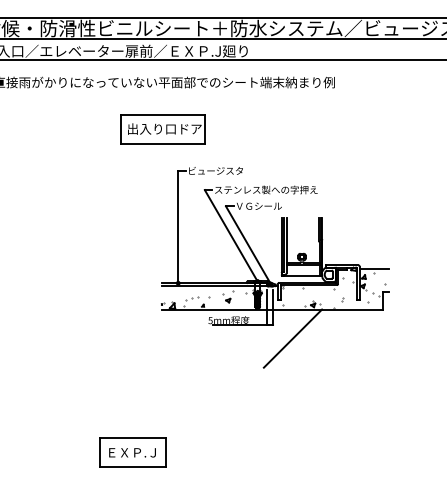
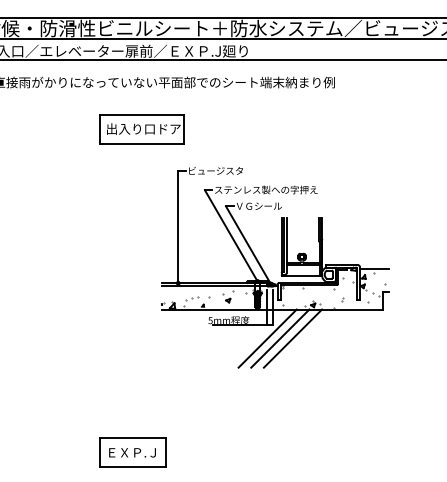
part at (162, 129) position: (162, 129) -> (141, 129)
line at (267, 338): none -> present
line at (280, 338): none -> present
